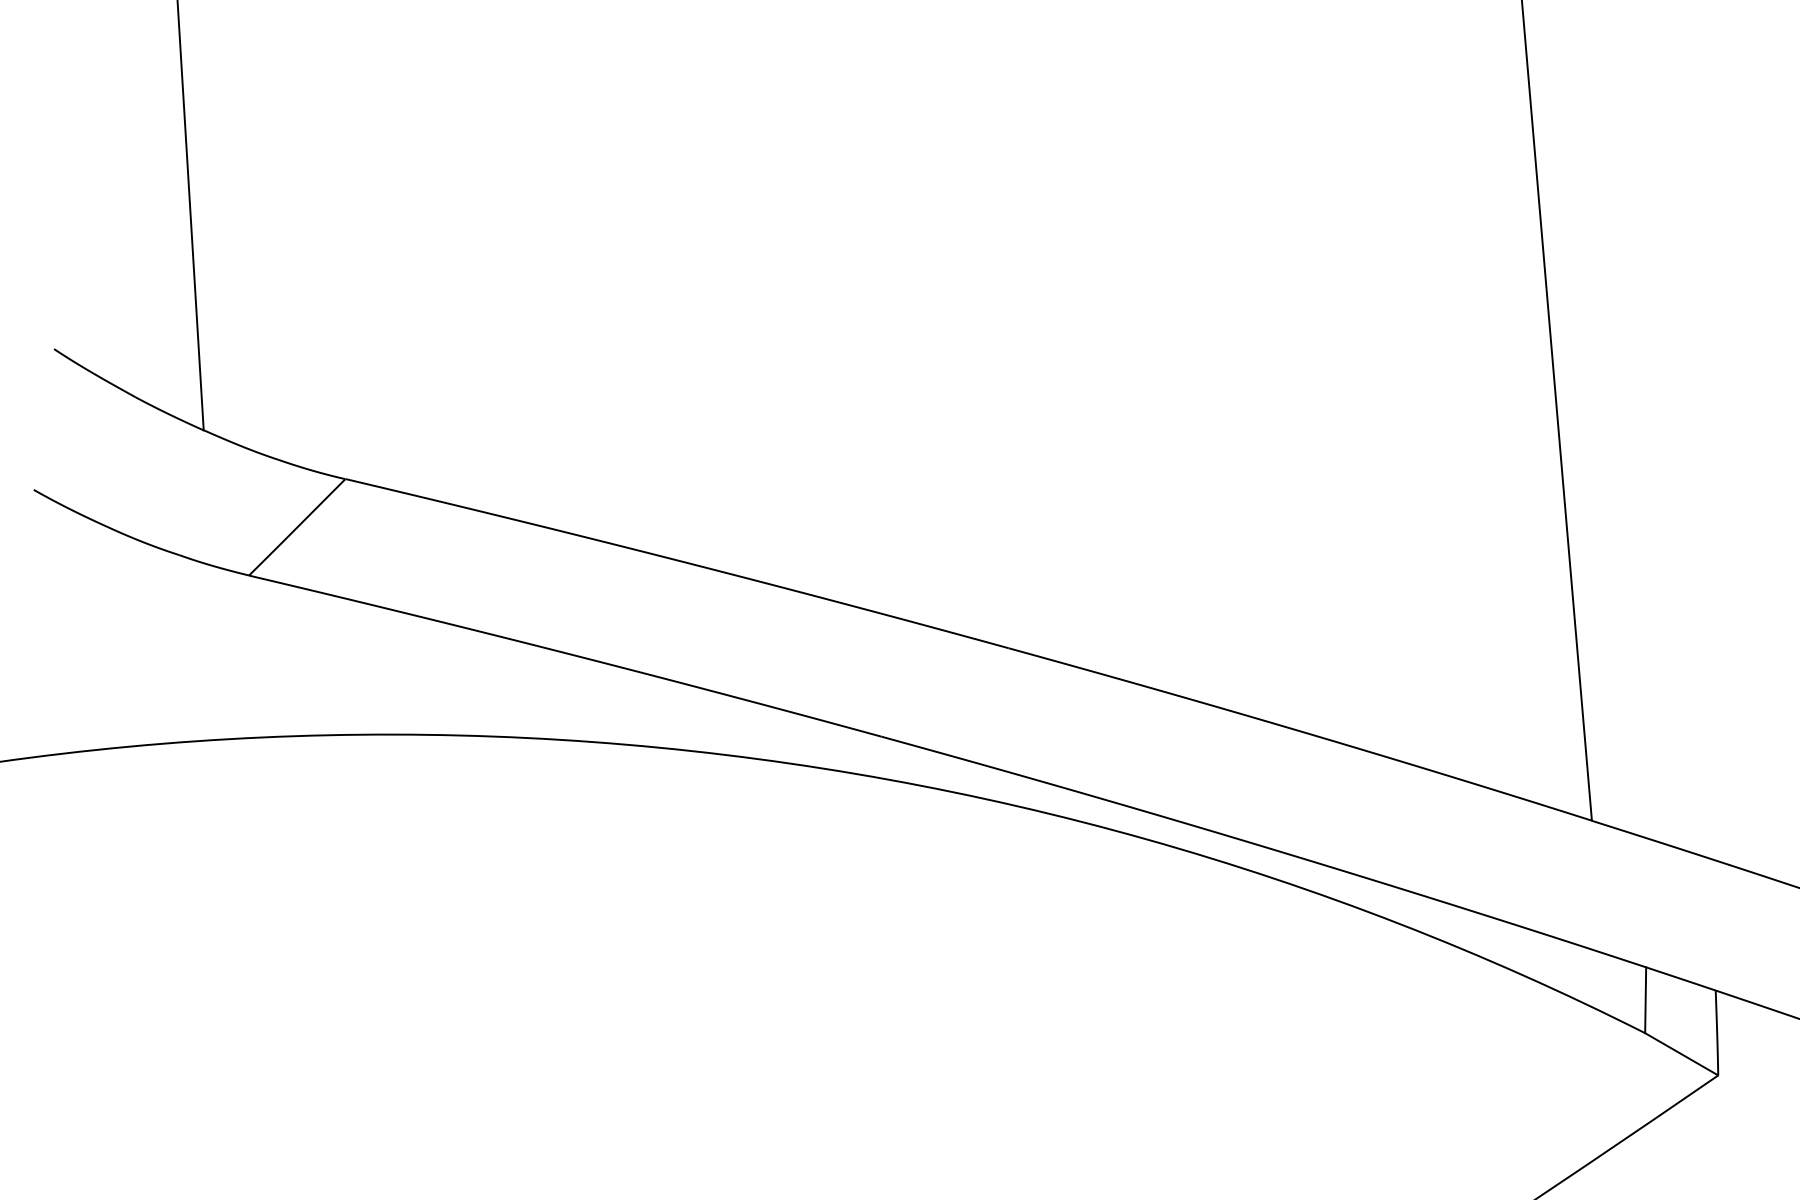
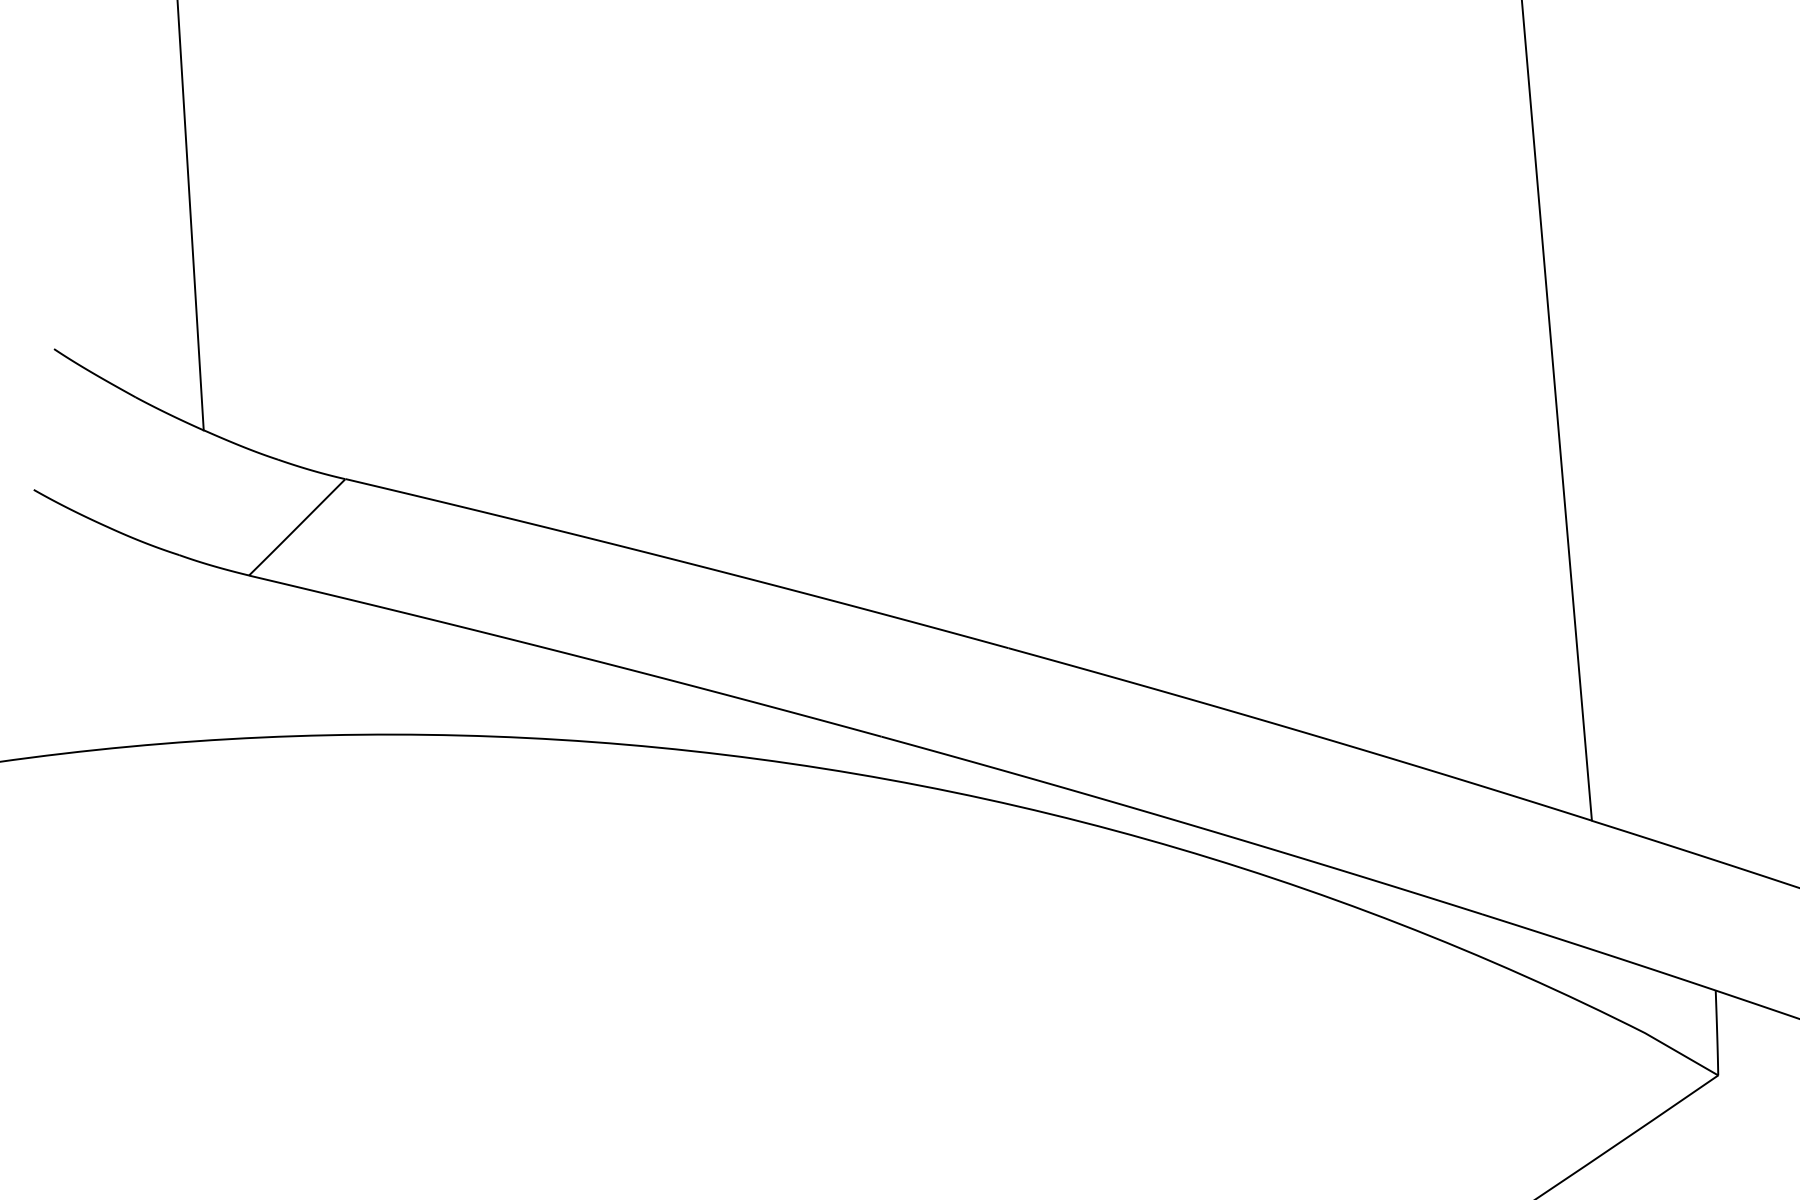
line at (1645, 1000): present -> none
